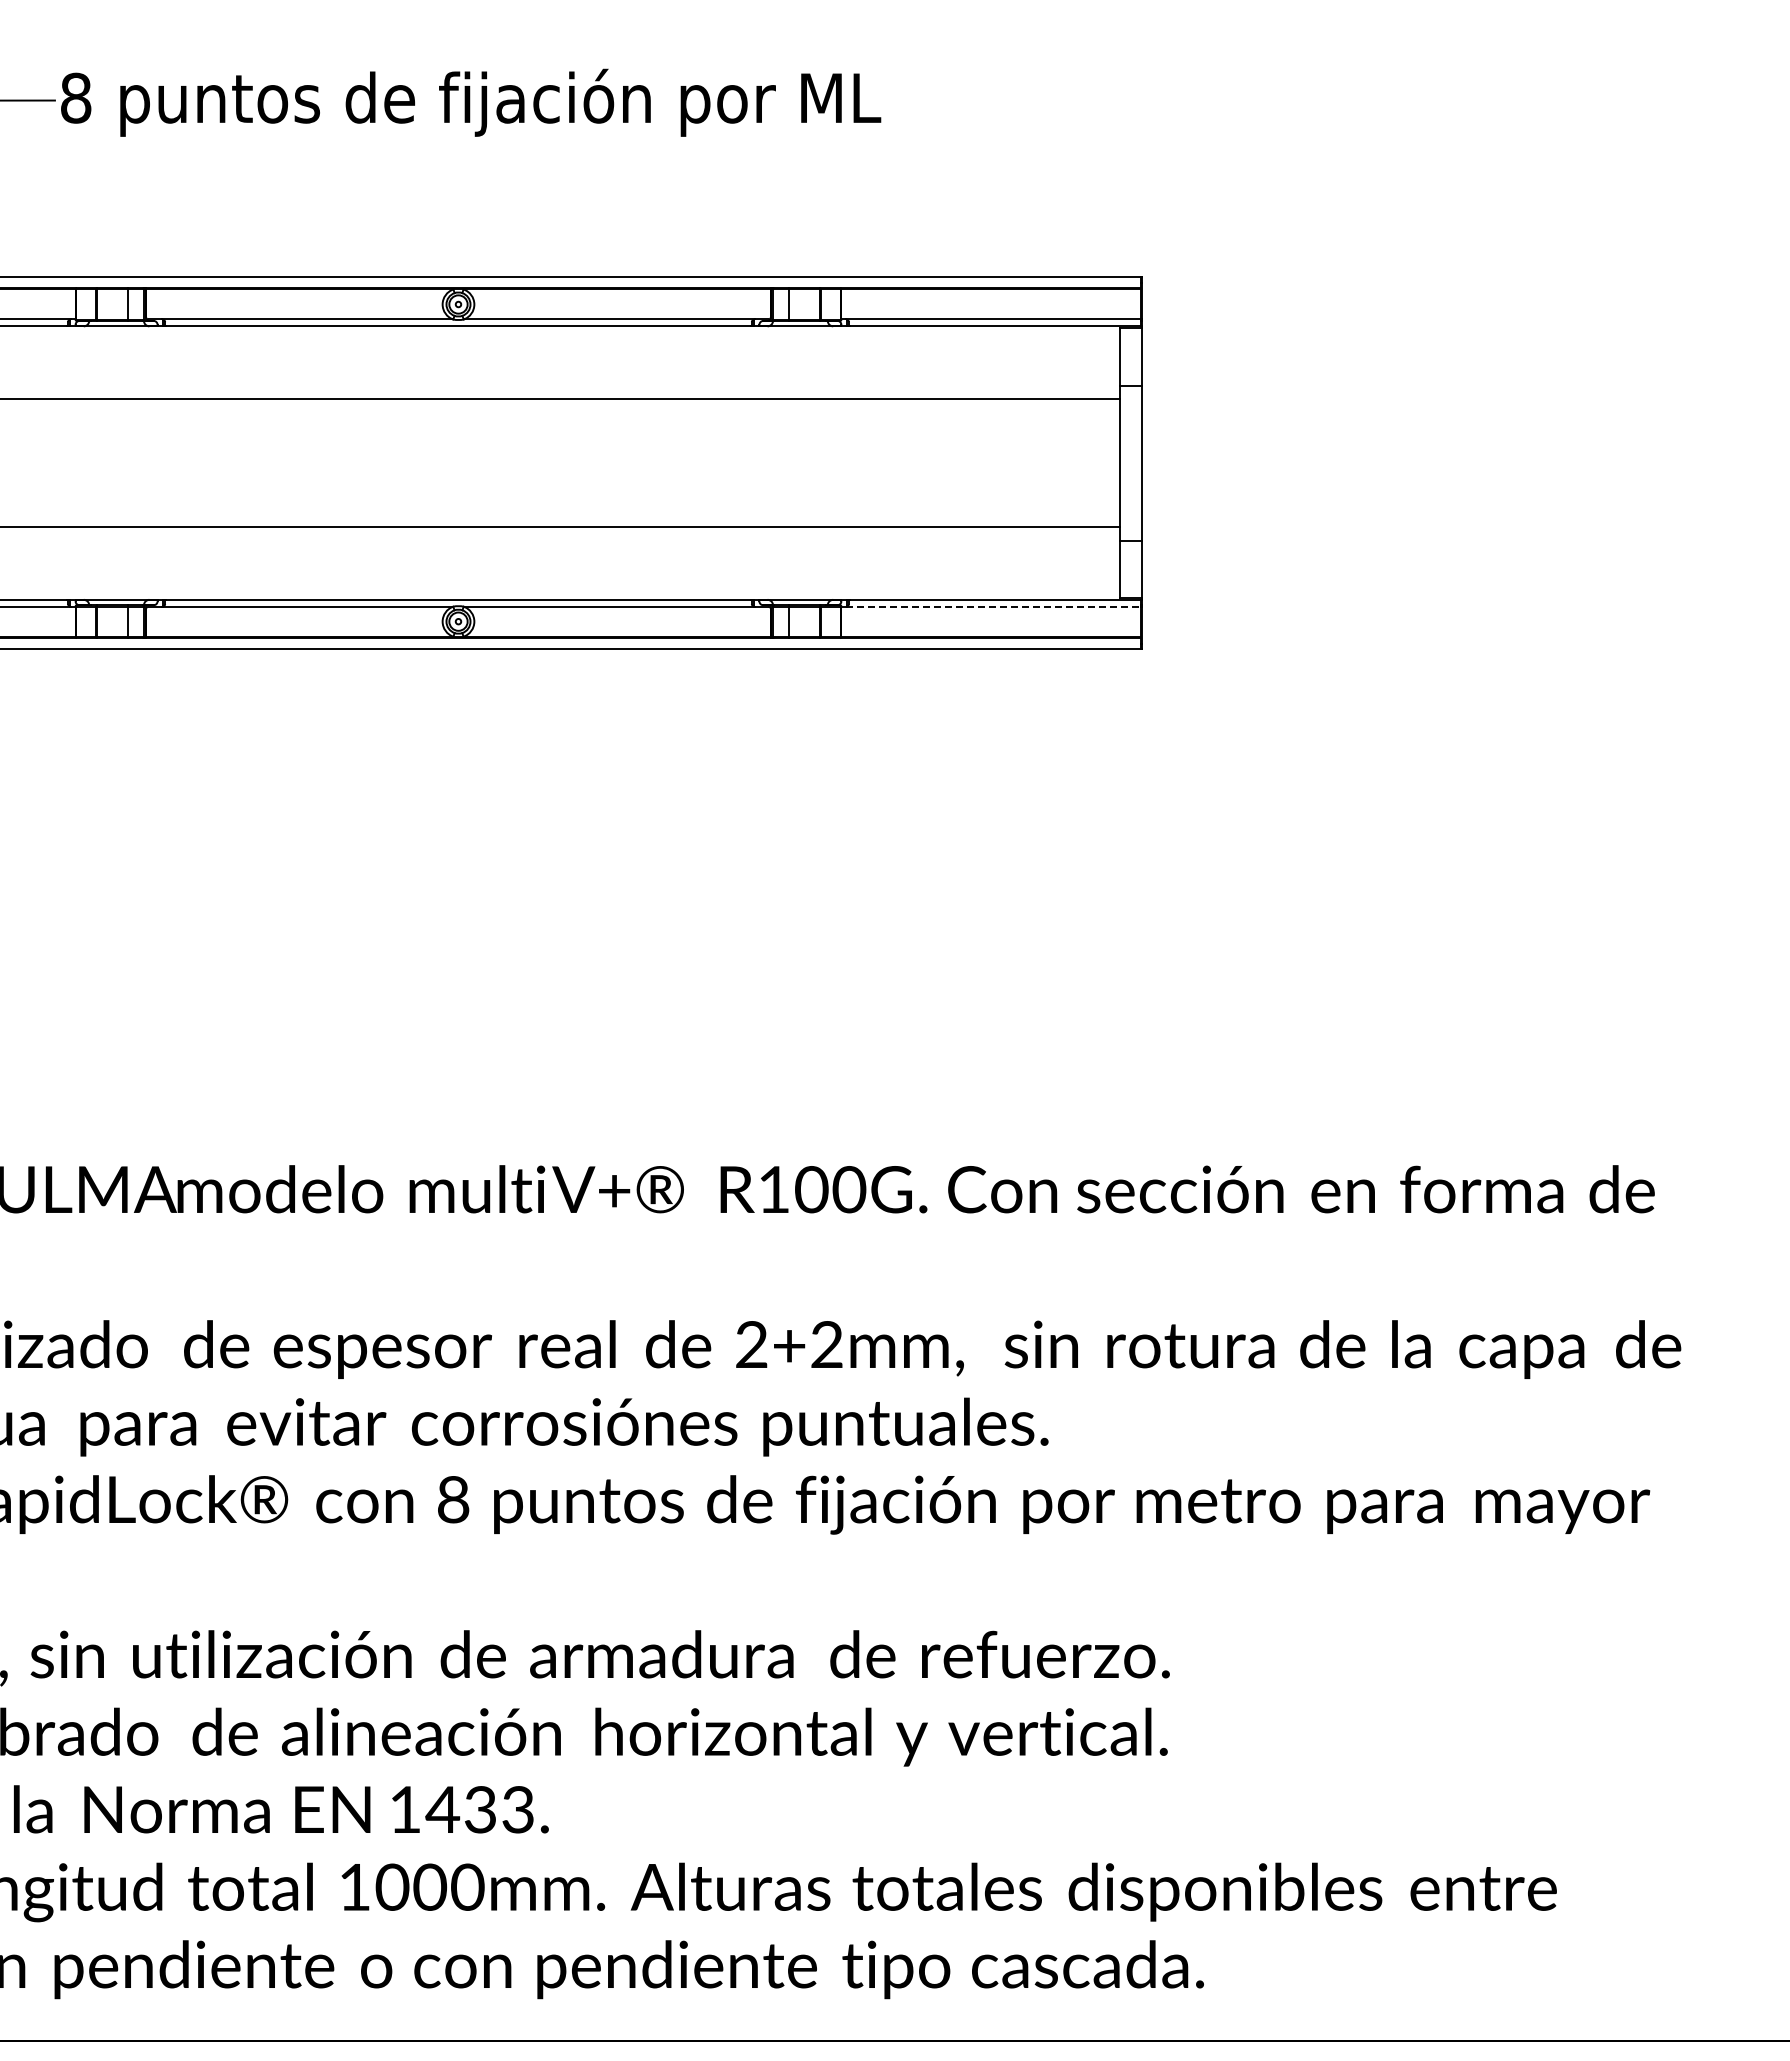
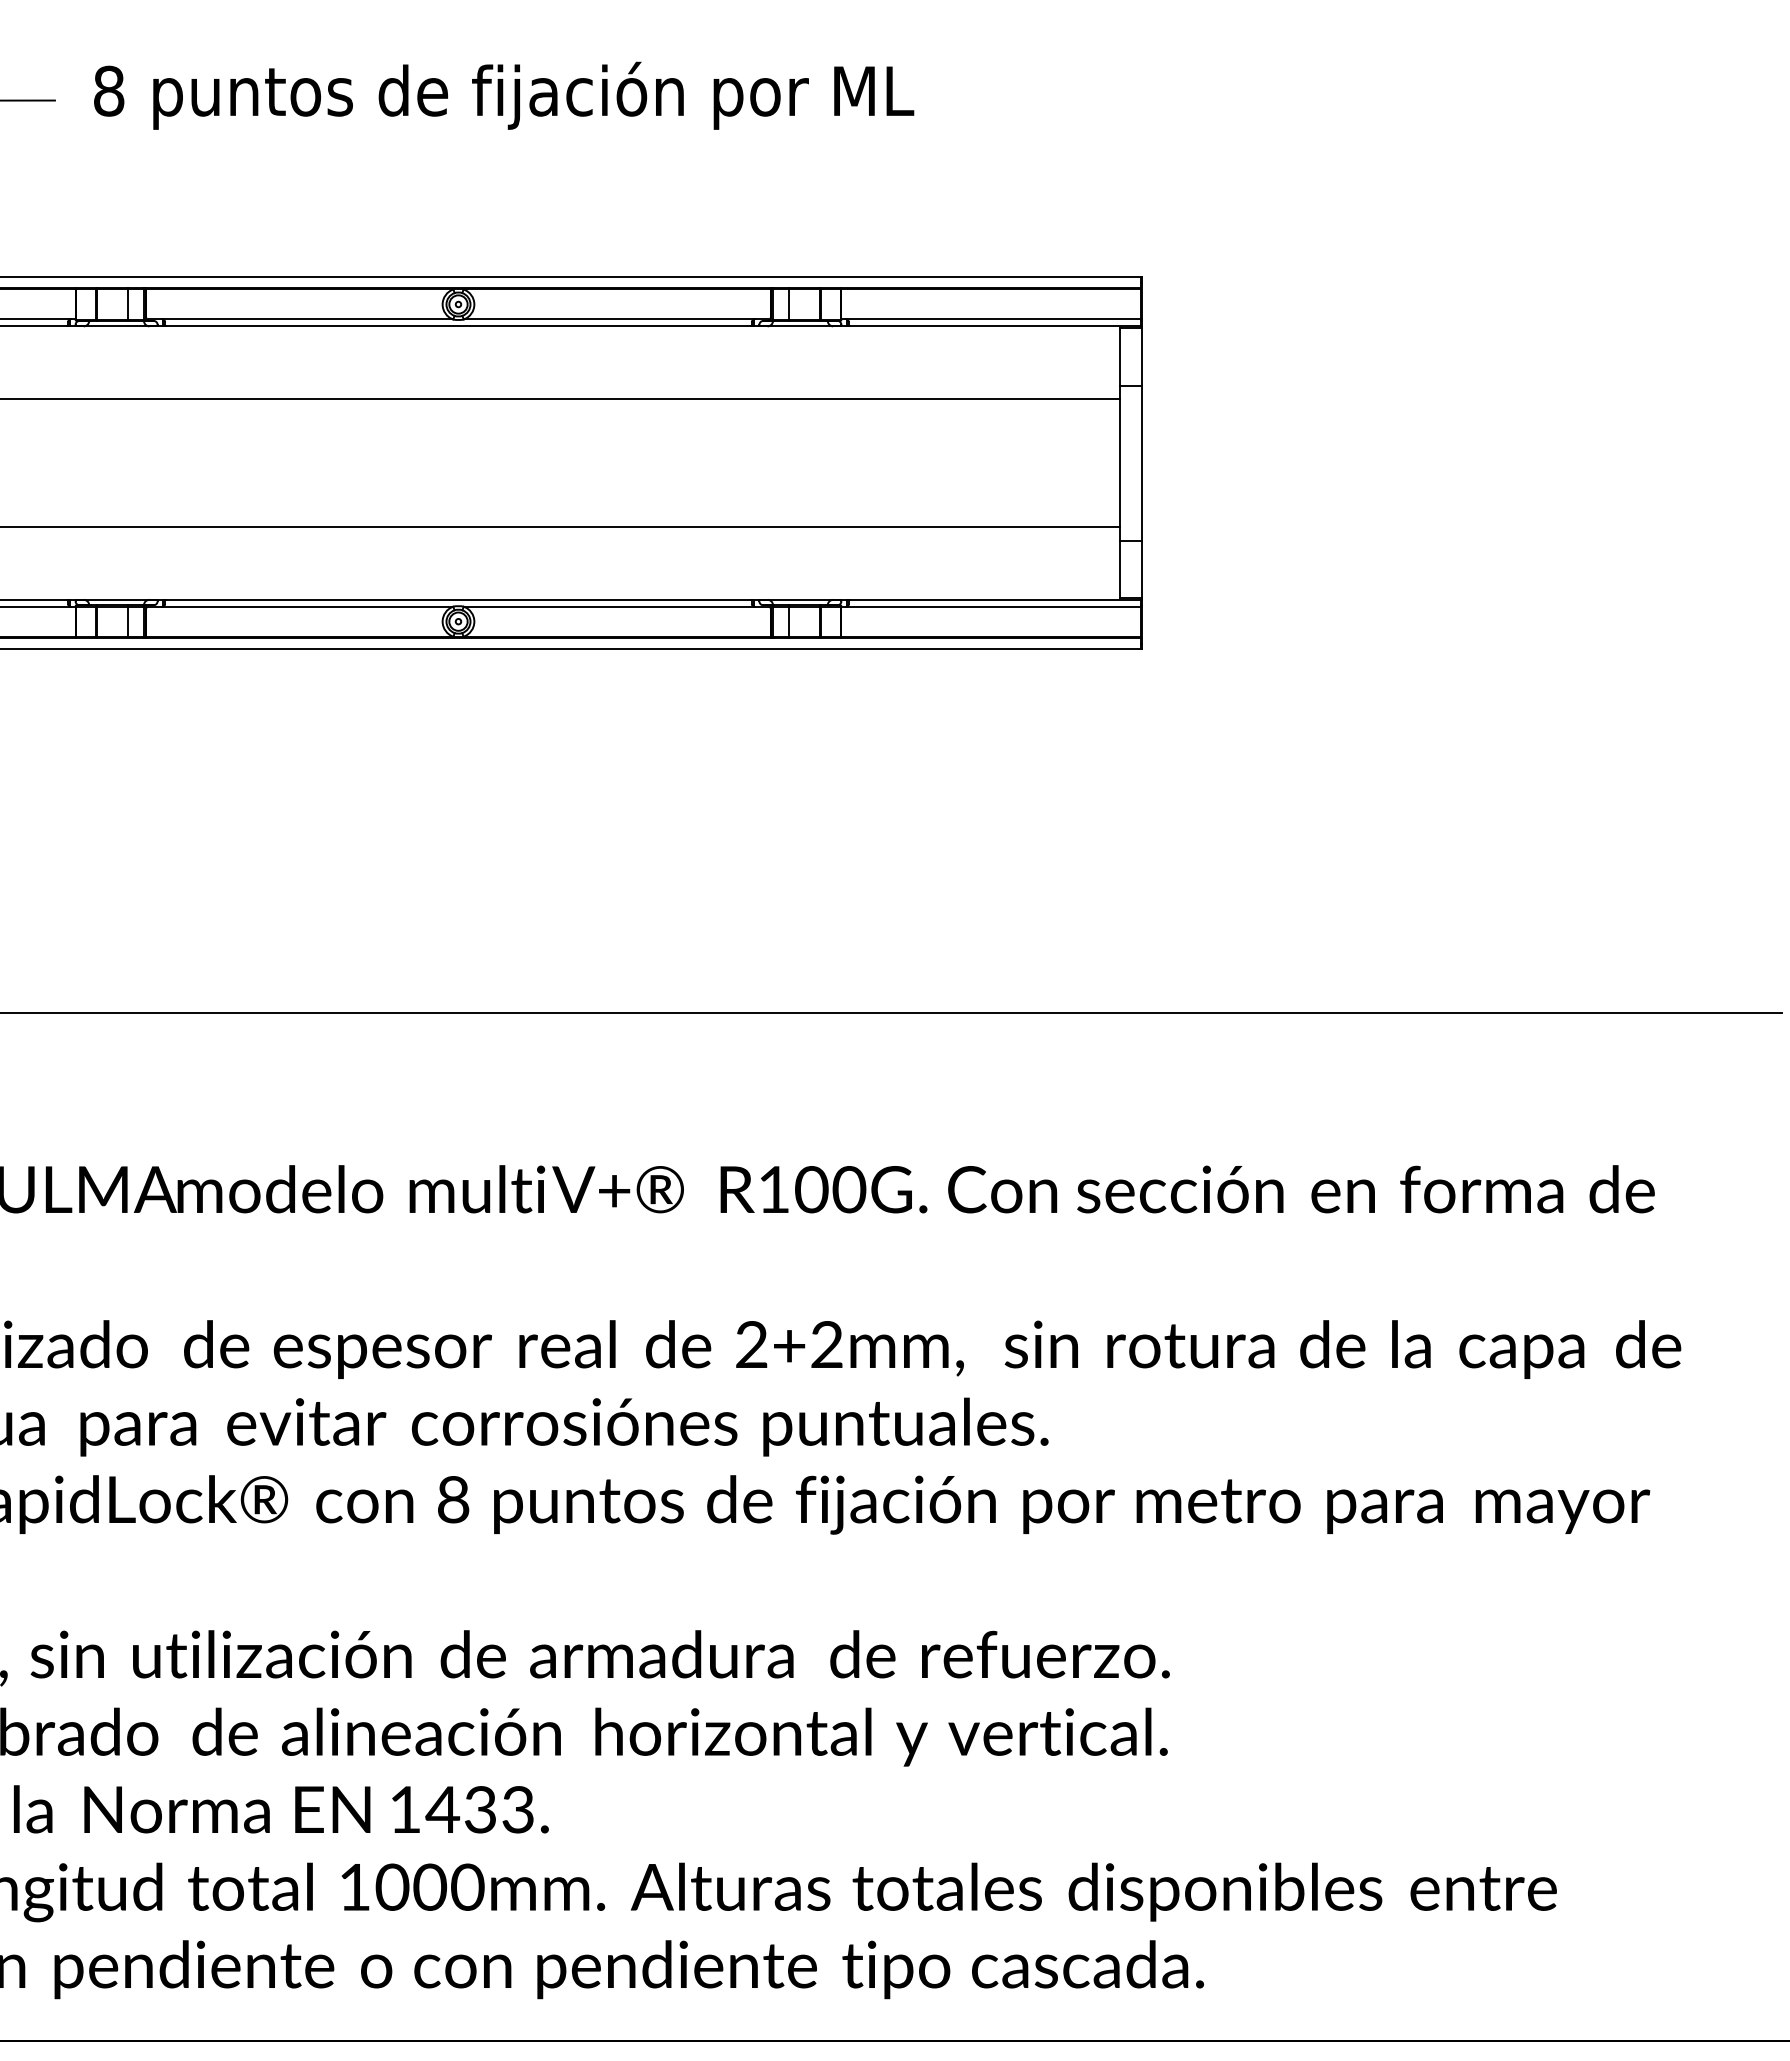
text at (471, 102) position: (471, 102) -> (504, 95)
line at (994, 606): dashed -> solid
line at (891, 1013): none -> present
